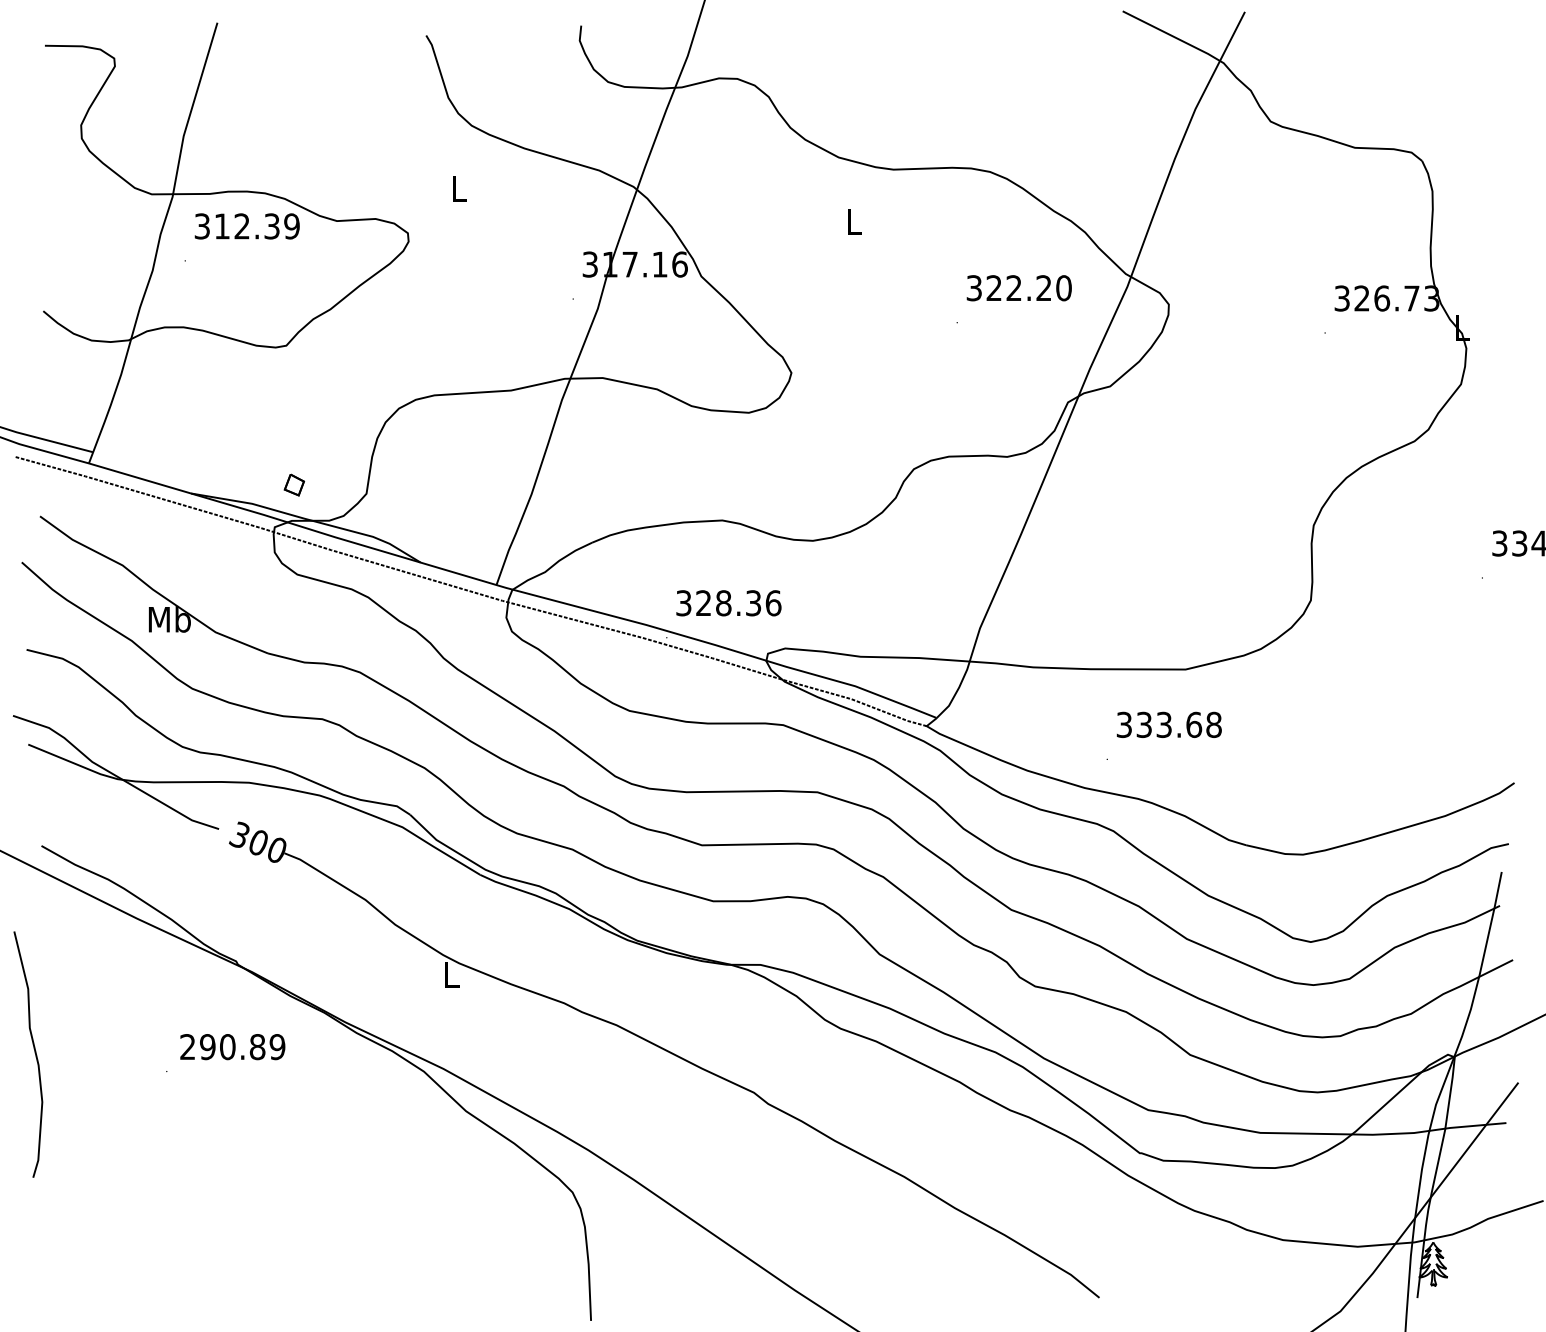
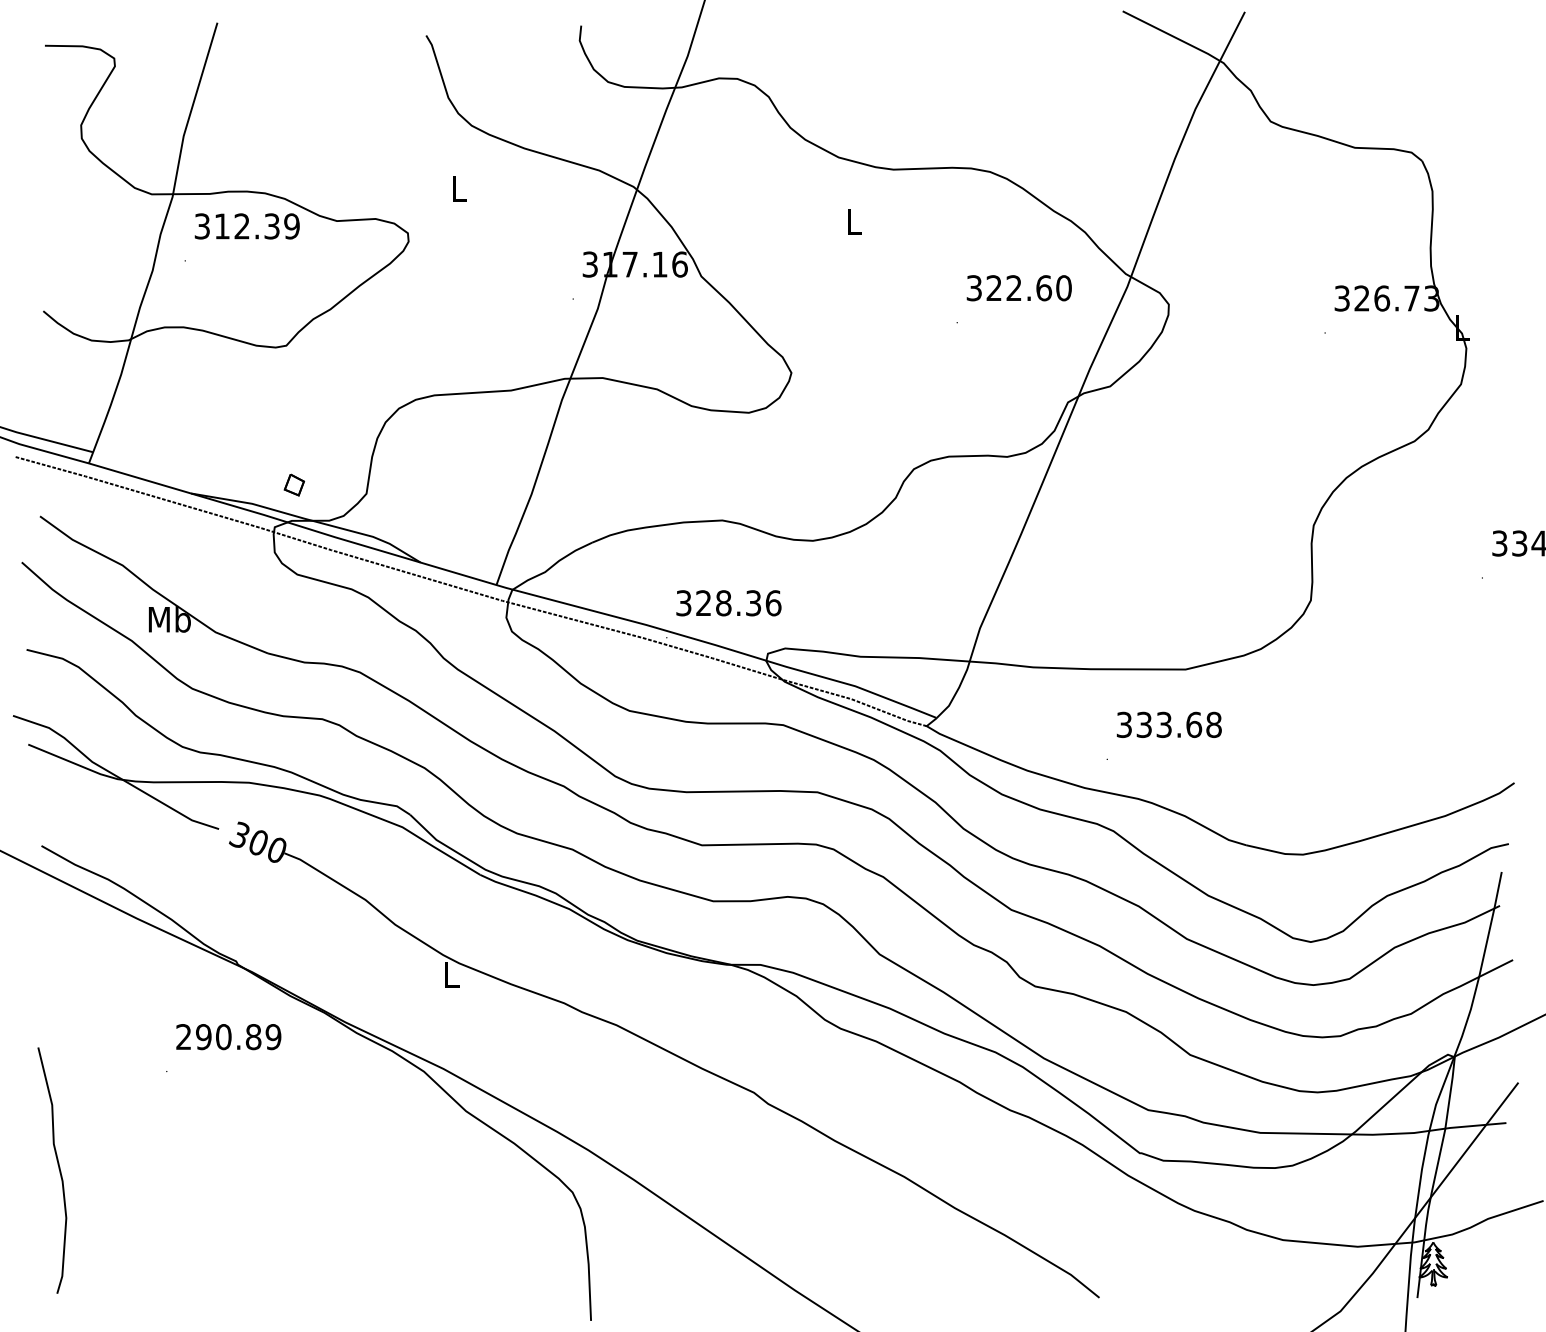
text at (1044, 288): 322.20 -> 322.60
text at (232, 1047) position: (232, 1047) -> (228, 1037)
curve at (34, 1053) position: (34, 1053) -> (58, 1169)
